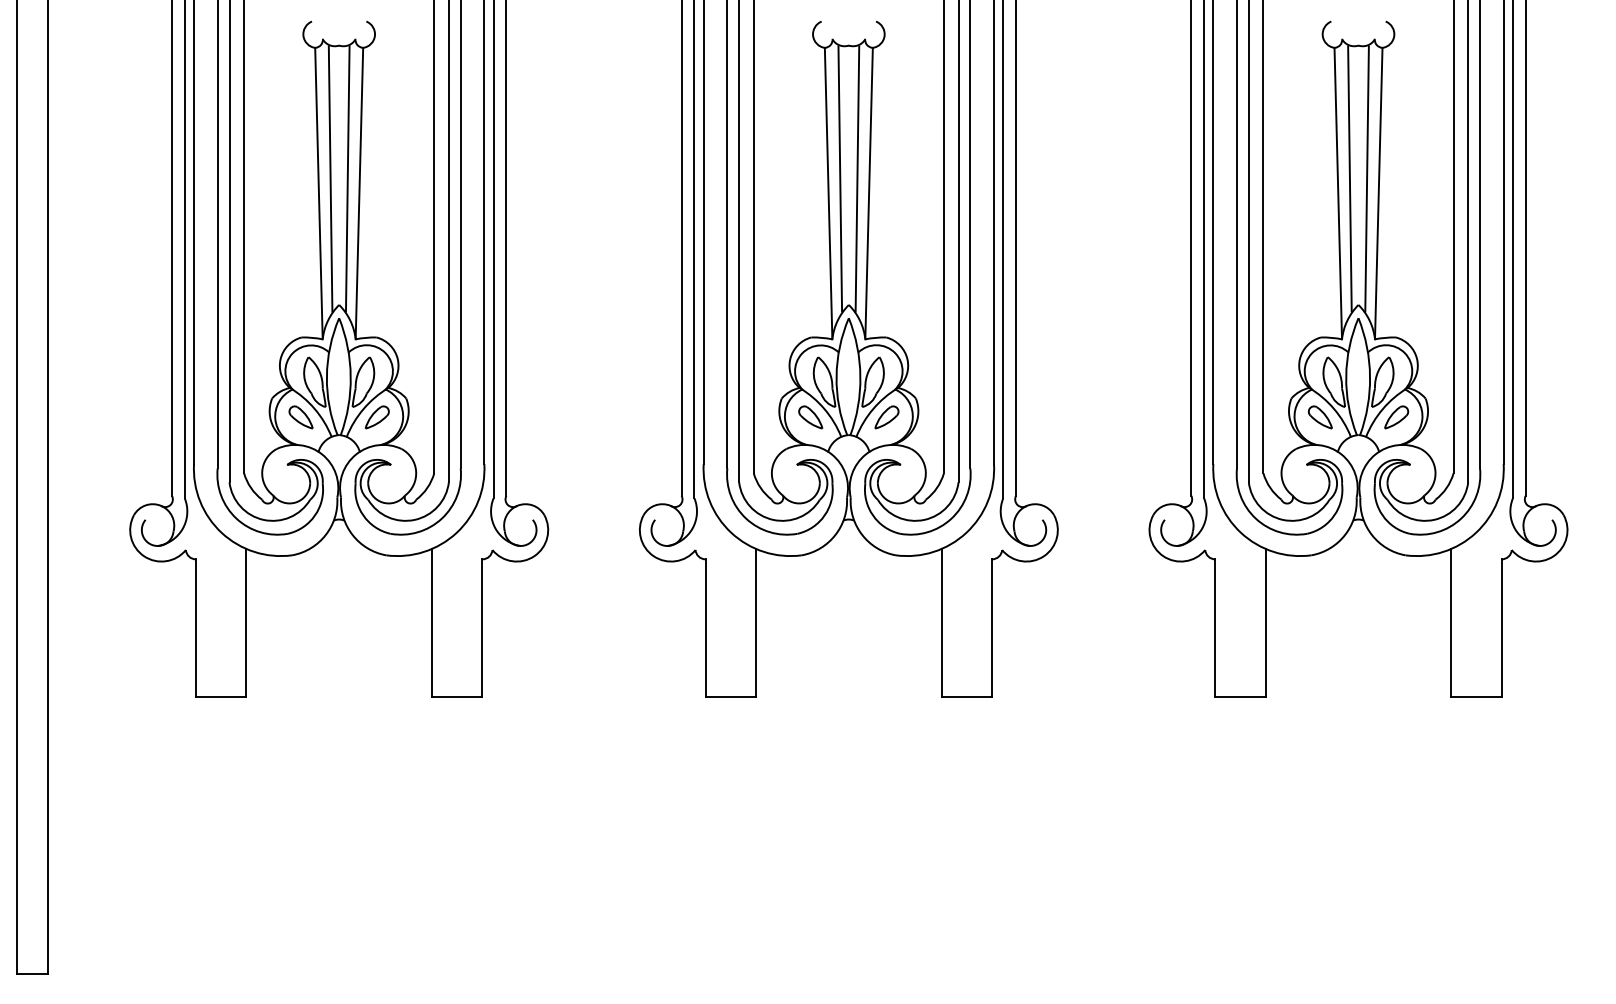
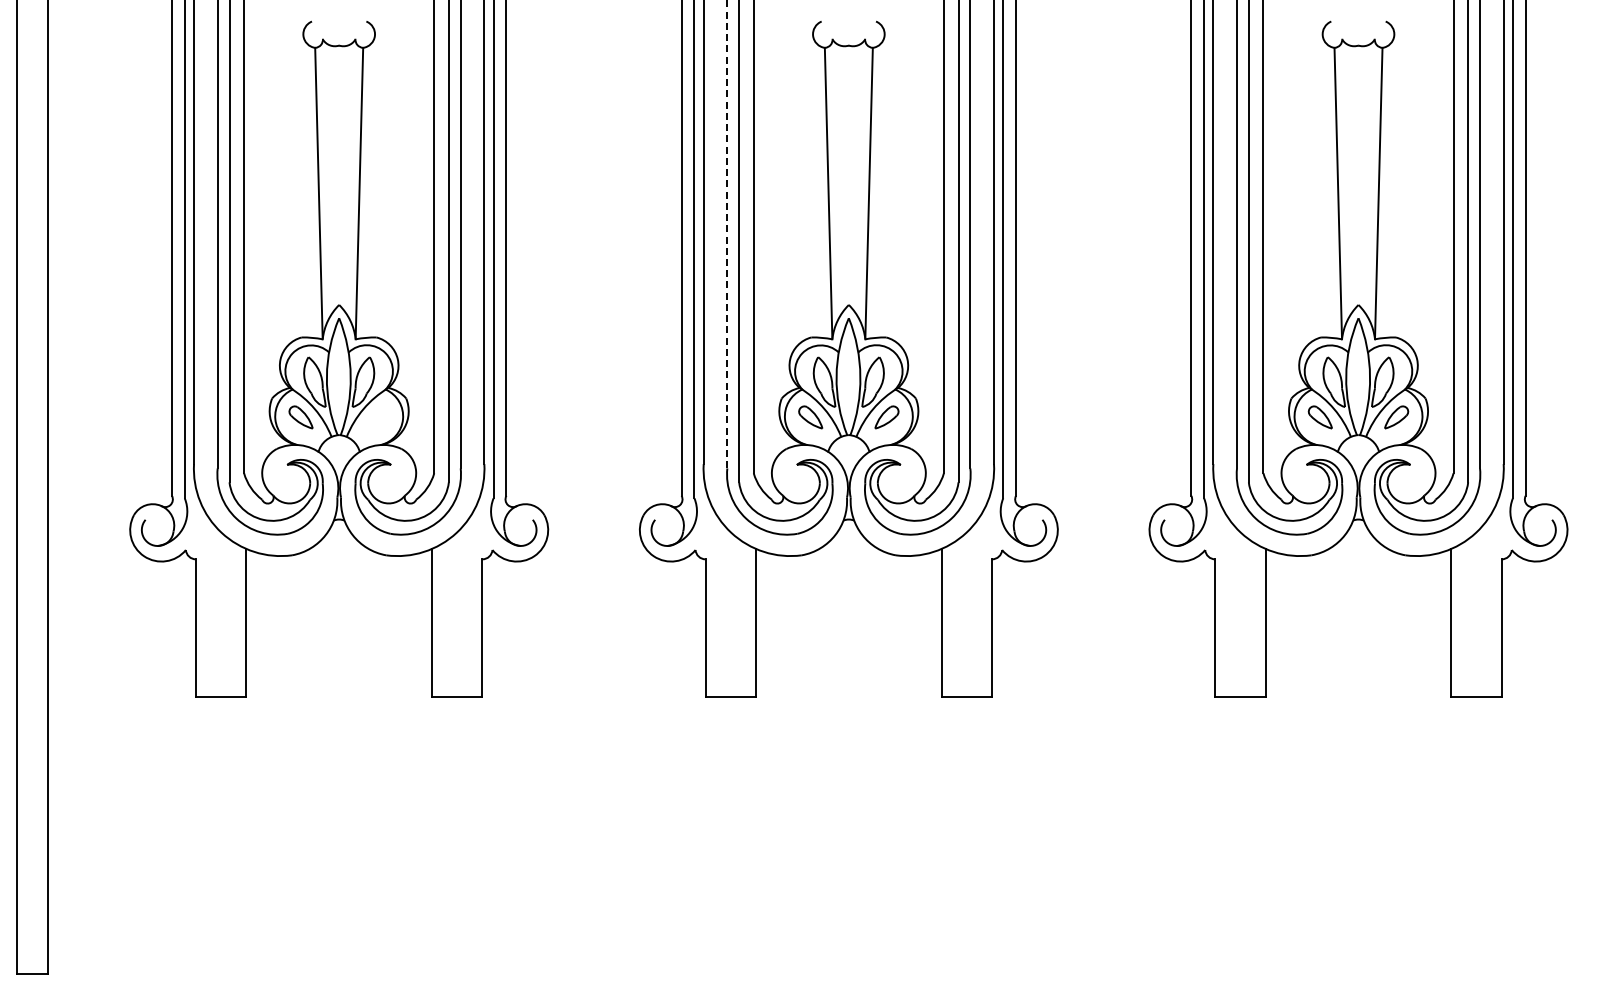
line at (330, 178): present -> none
line at (347, 178): present -> none
line at (840, 178): present -> none
line at (857, 178): present -> none
line at (1349, 178): present -> none
line at (1366, 178): present -> none
line at (727, 234): solid -> dashed
part at (376, 417): present -> none
